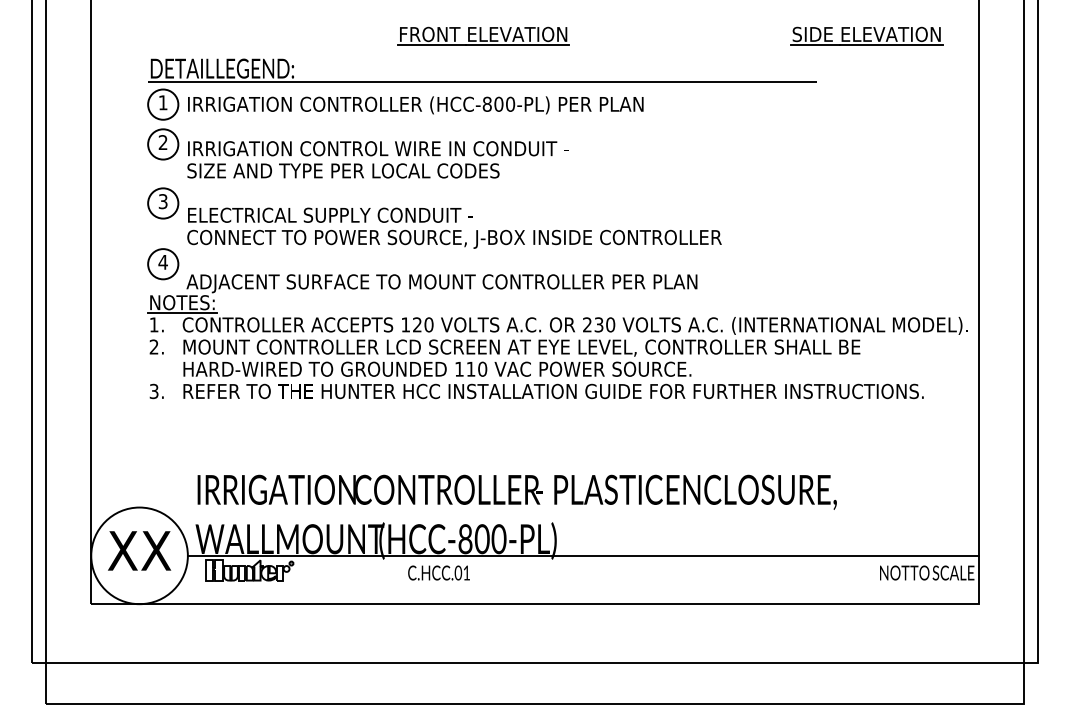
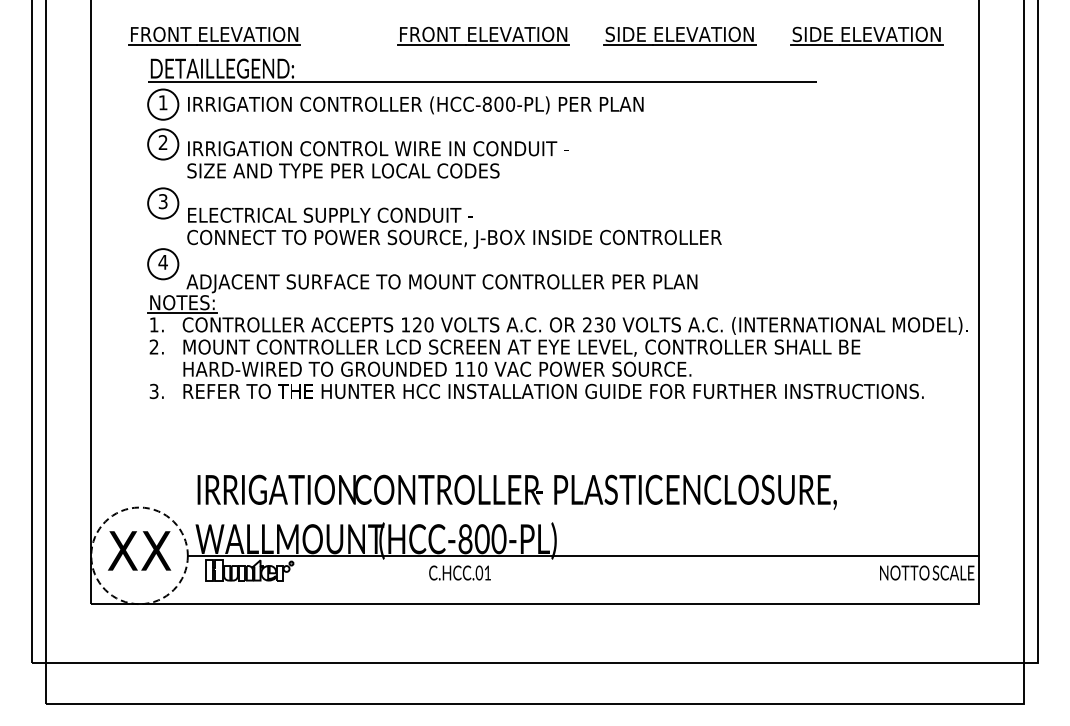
part at (214, 35): none -> present
part at (679, 35): none -> present
circle at (139, 555): solid -> dashed
text at (438, 572) position: (438, 572) -> (459, 572)
